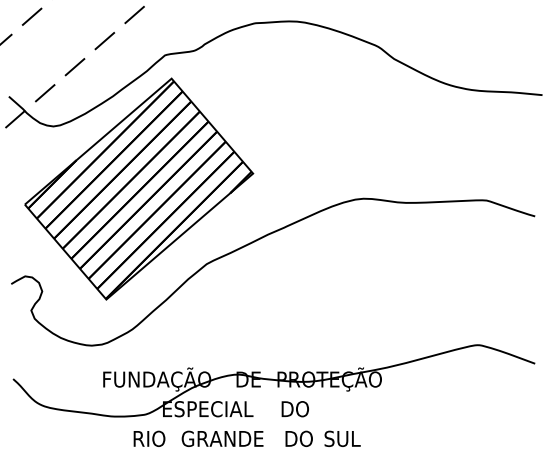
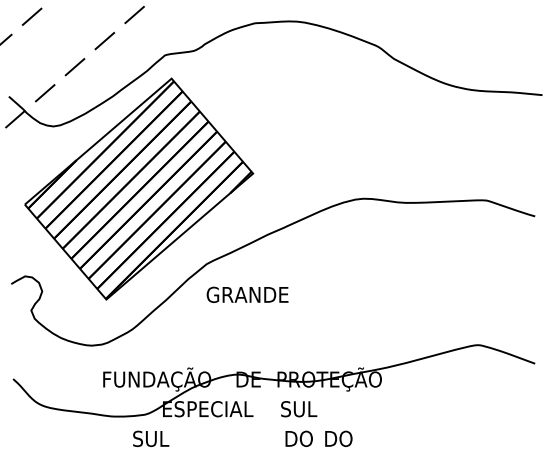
text at (299, 409): DO -> SUL
text at (151, 438): RIO -> SUL
text at (222, 438) position: (222, 438) -> (247, 294)
text at (342, 438): SUL -> DO
